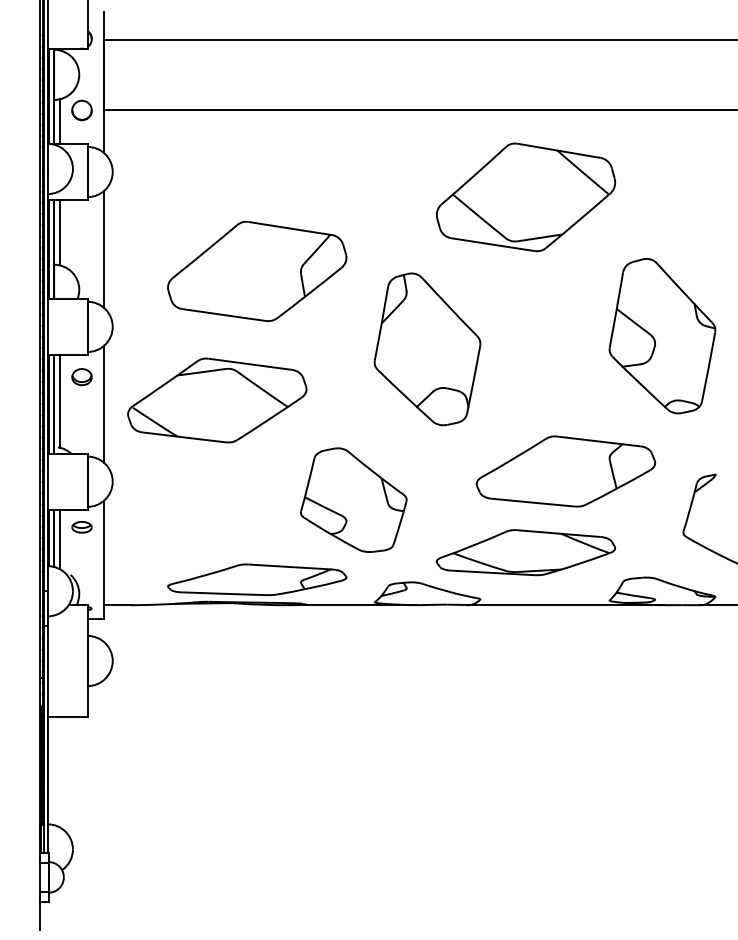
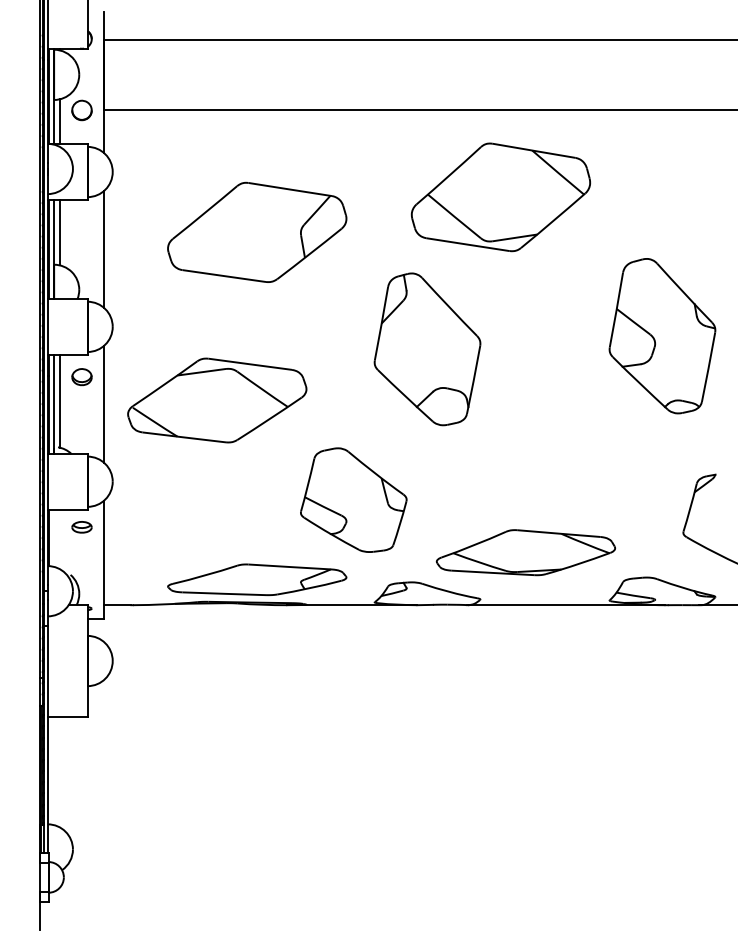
part at (525, 197) position: (525, 197) -> (500, 197)
part at (257, 270) position: (257, 270) -> (257, 231)
part at (565, 471): present -> none
line at (54, 537): present -> none
line at (59, 539): present -> none
